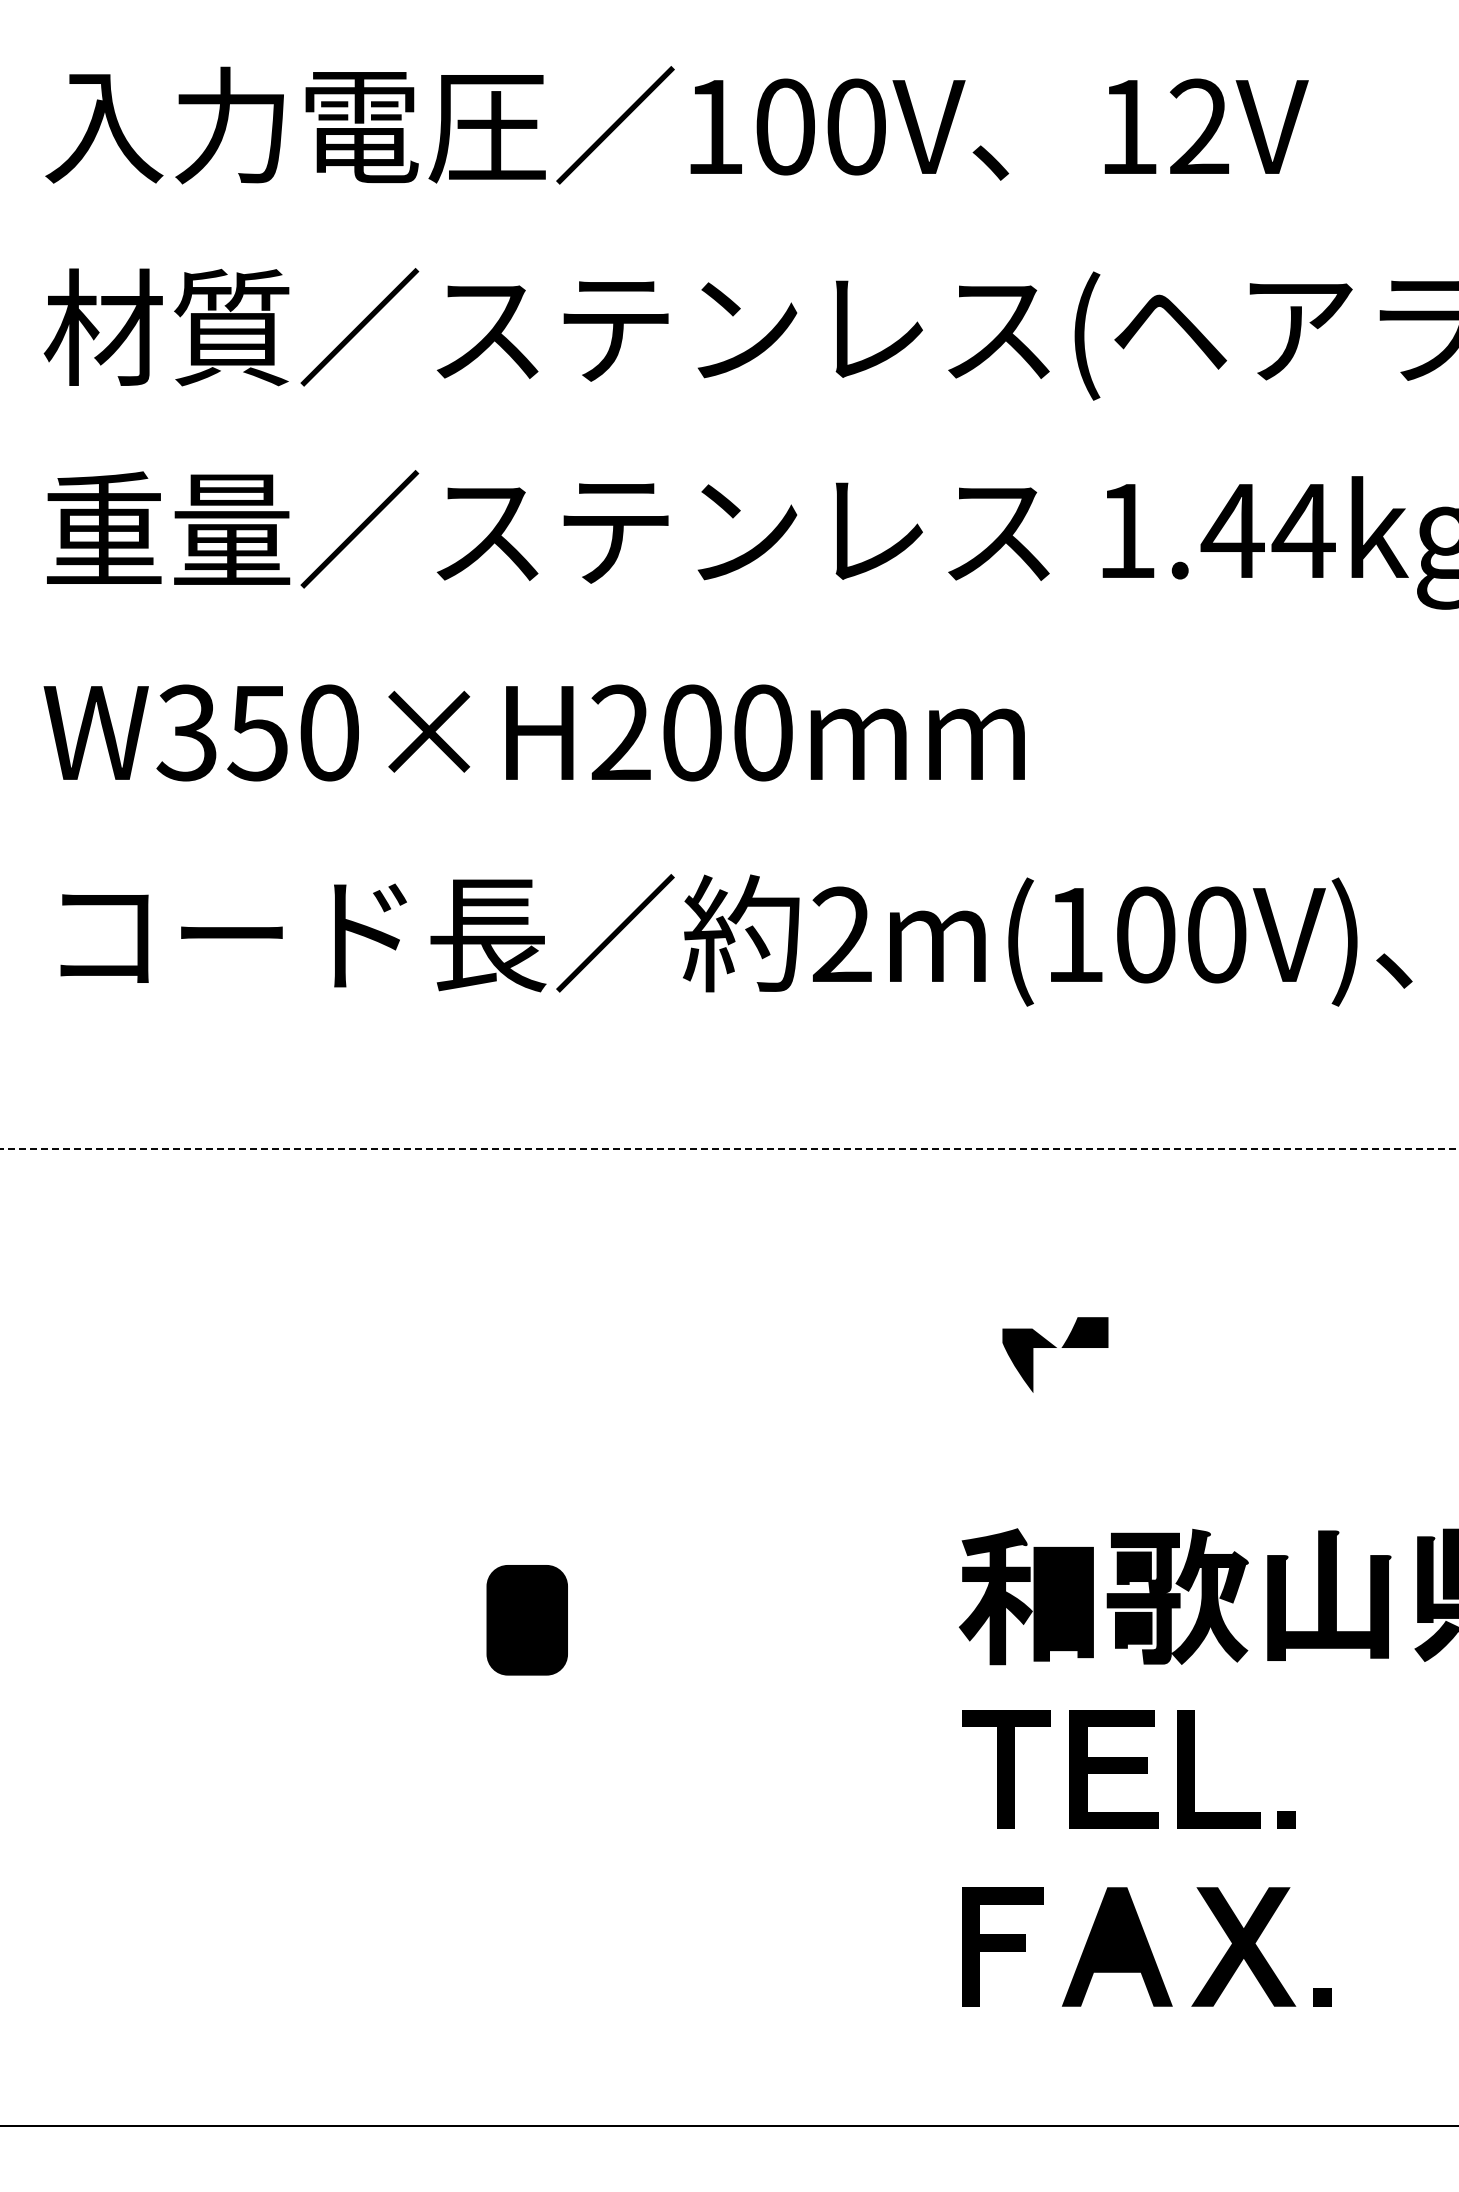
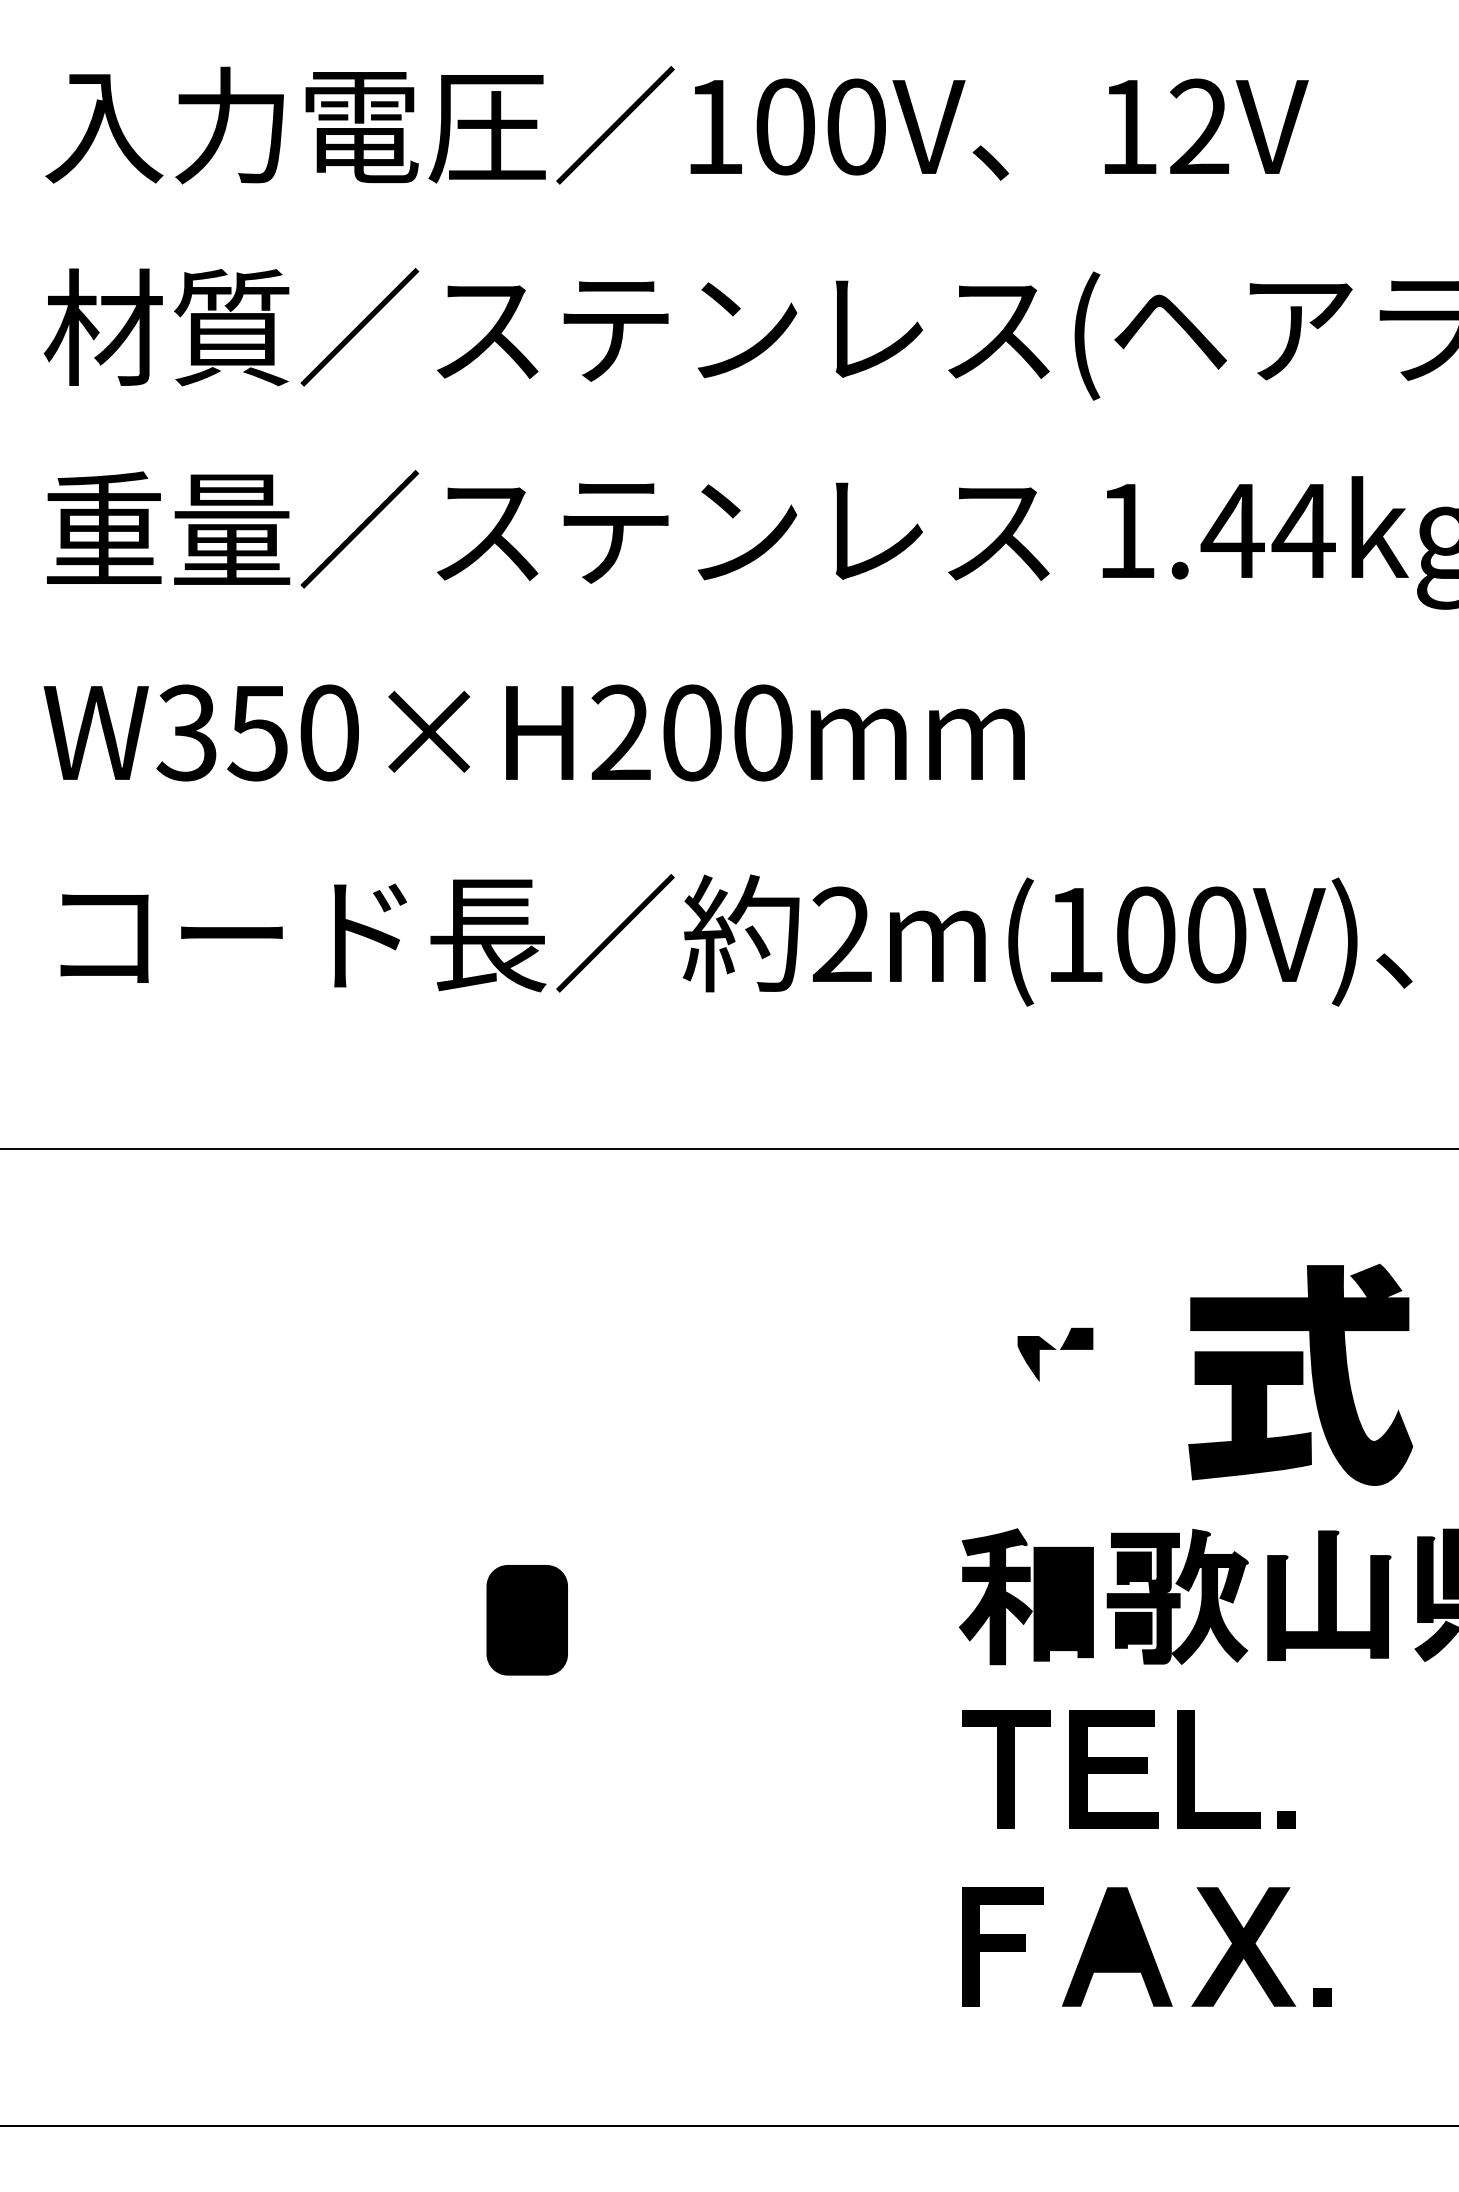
line at (729, 1148): dashed -> solid
part at (1055, 1354) size: 107x76 px -> 77x55 px
part at (1300, 1374): none -> present
